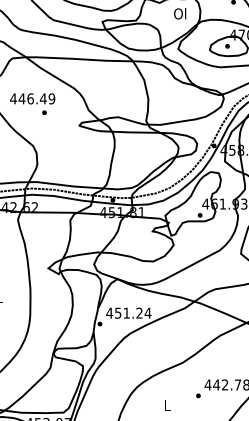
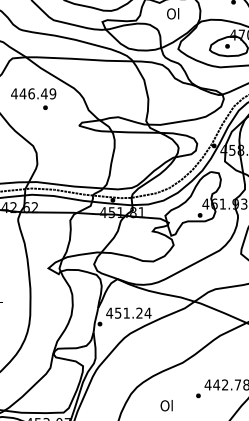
text at (180, 13) position: (180, 13) -> (173, 13)
text at (32, 103) position: (32, 103) -> (33, 98)
text at (166, 405): L -> Ol
